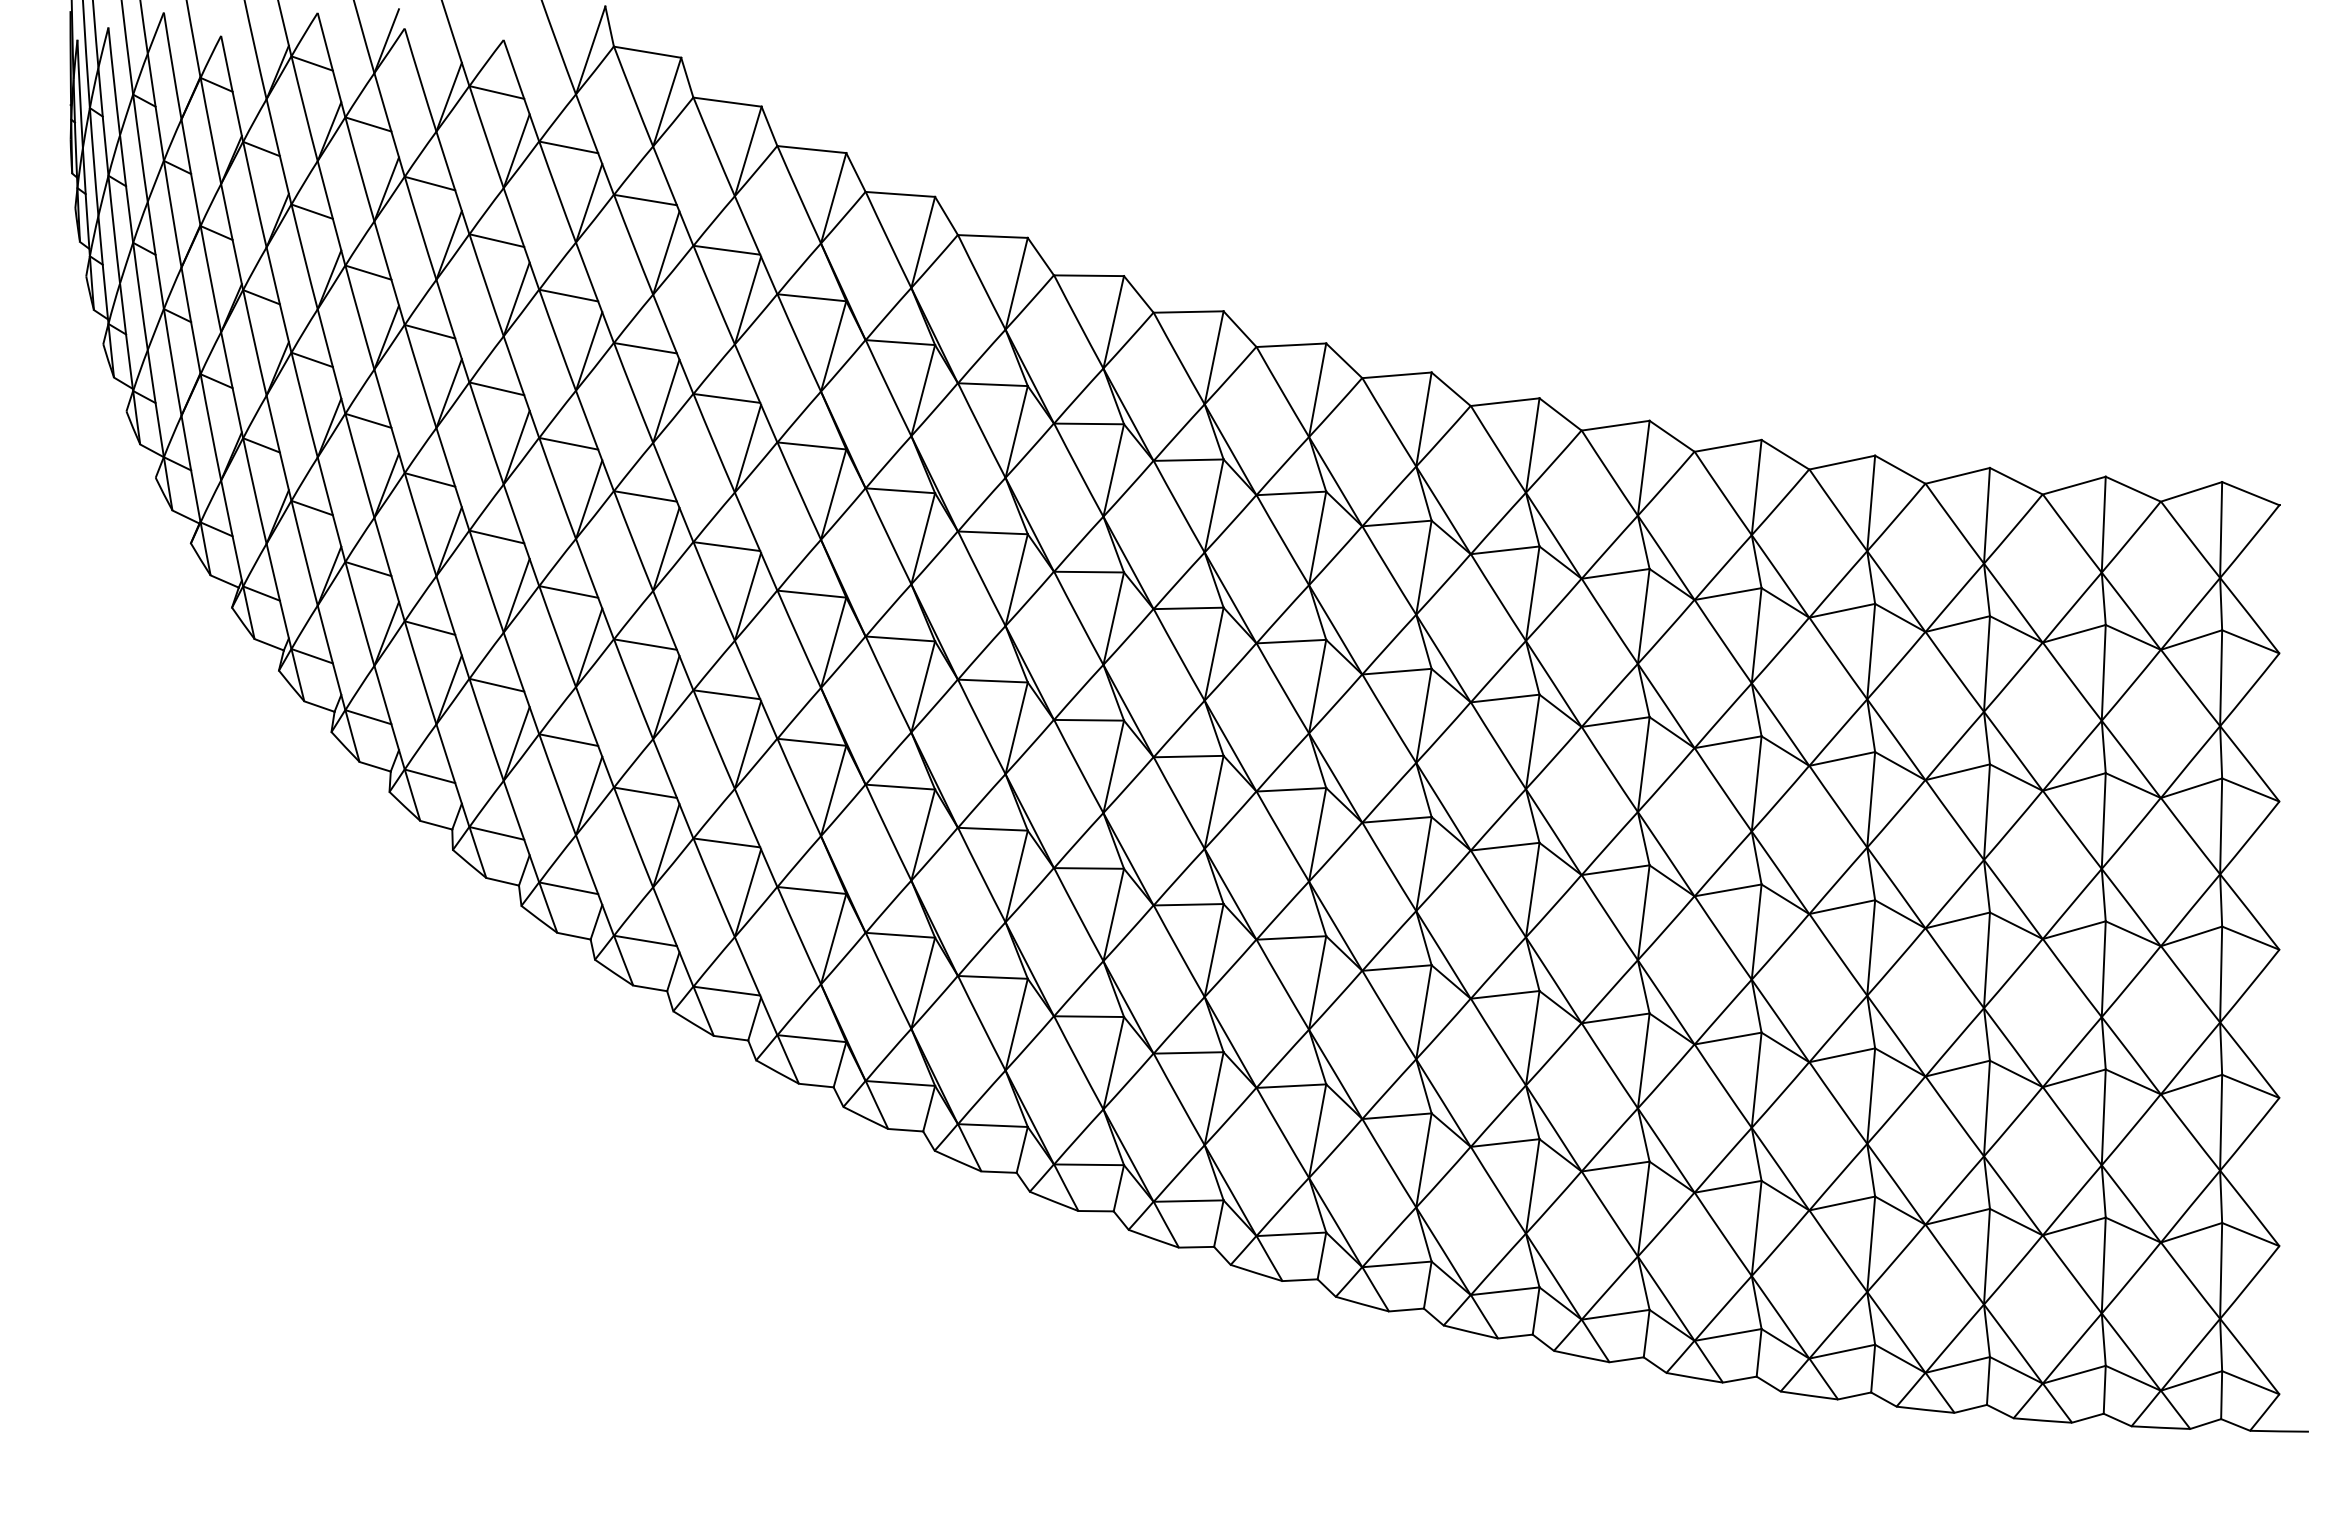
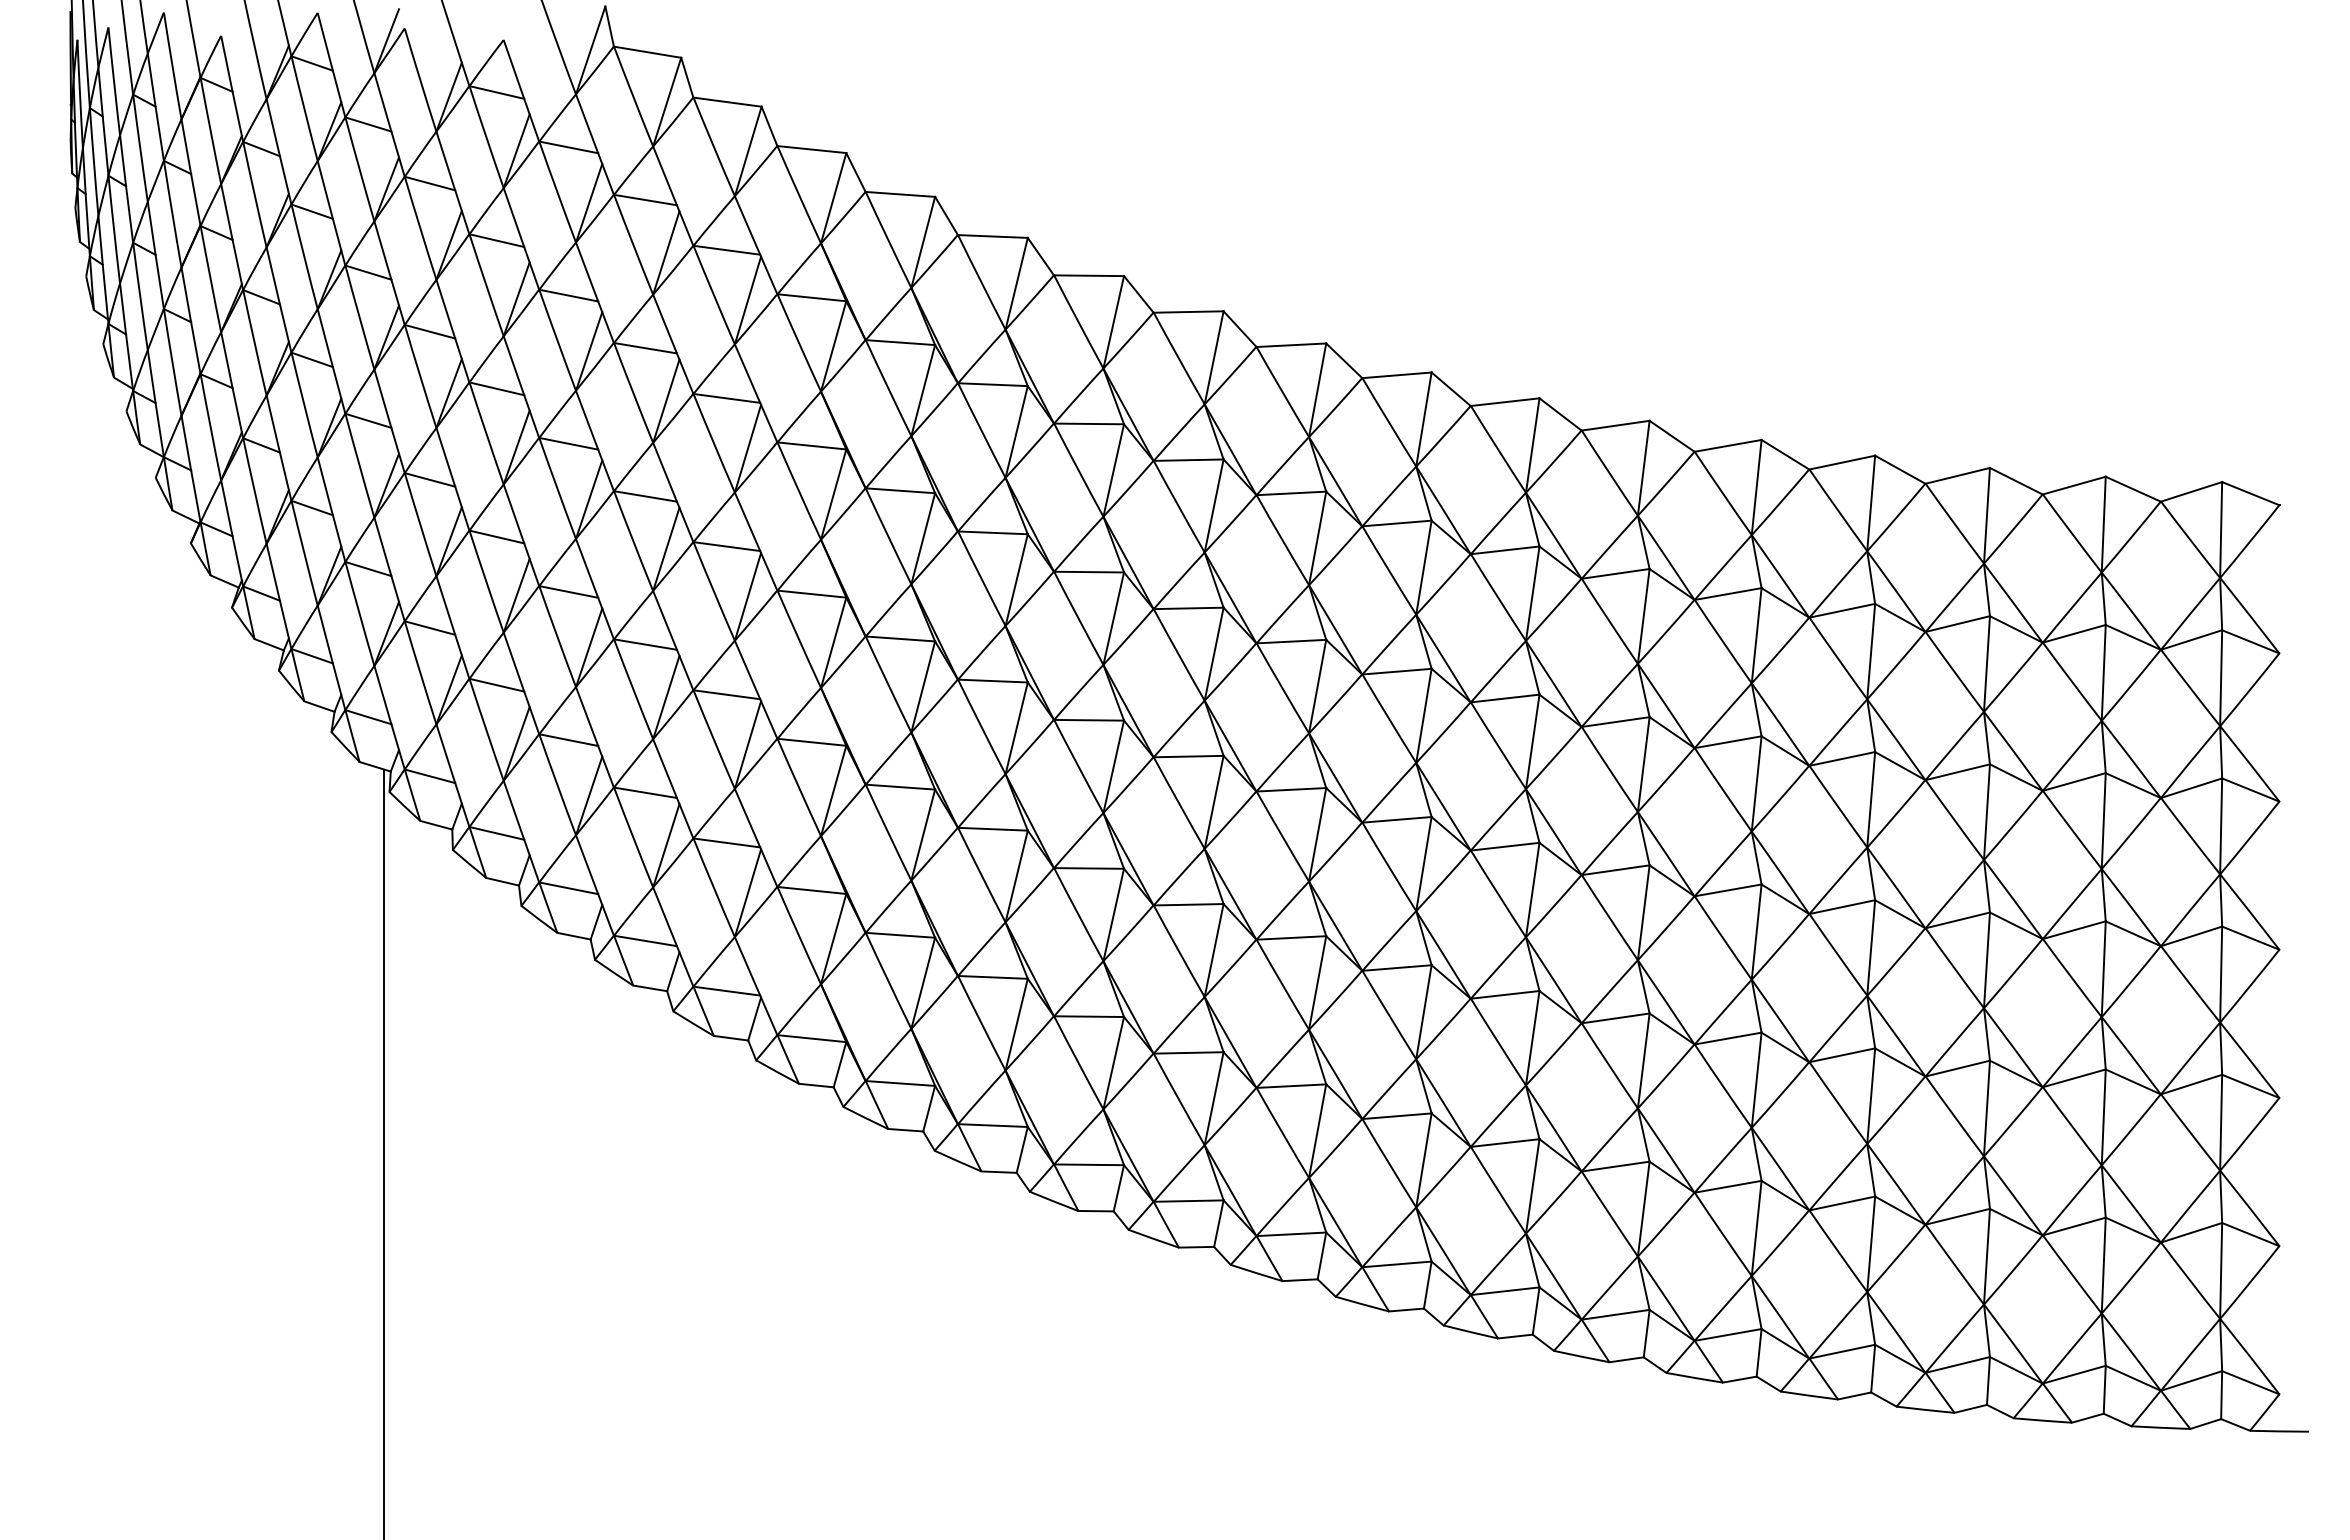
line at (384, 1152): none -> present
